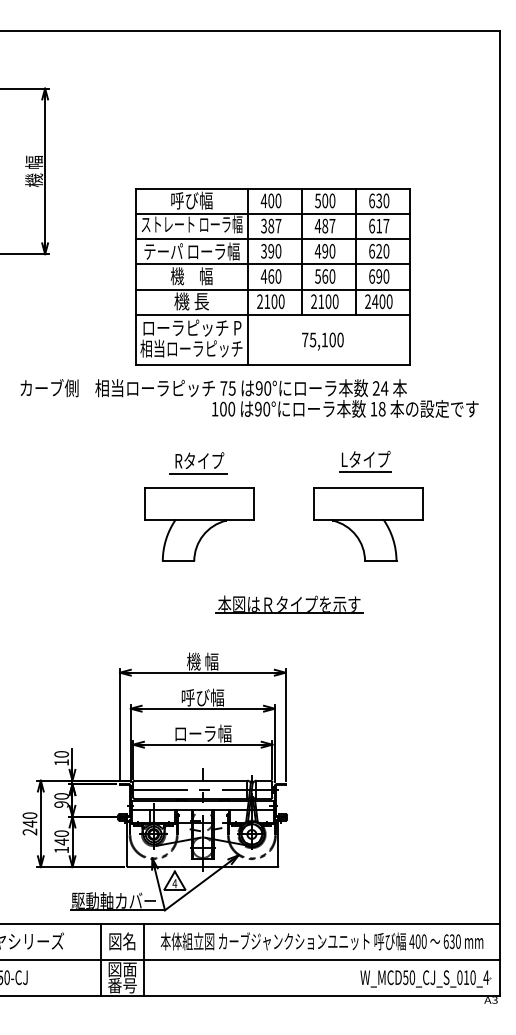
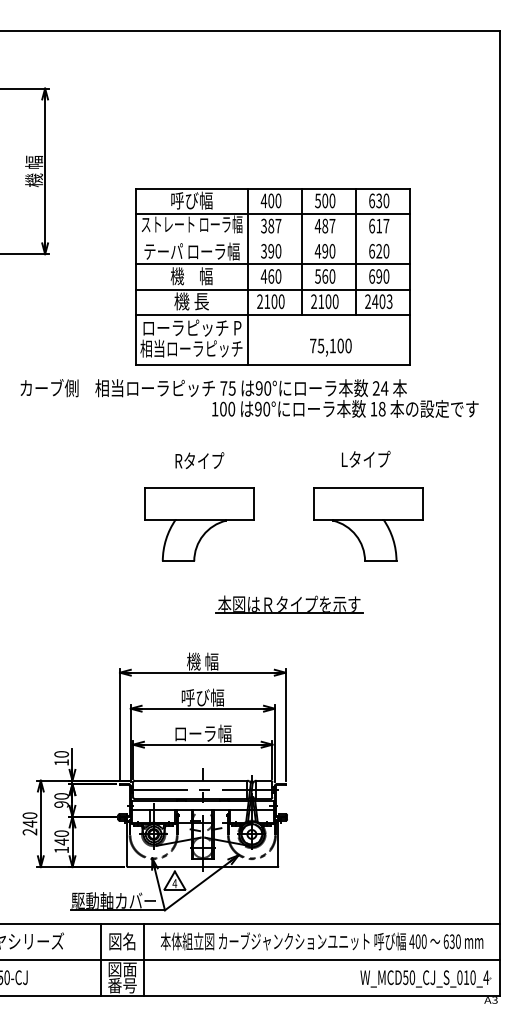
line at (272, 239): present -> none
text at (389, 301): 2400 -> 2403
text at (322, 341) position: (322, 341) -> (330, 347)
line at (365, 472): present -> none
line at (198, 473): present -> none
